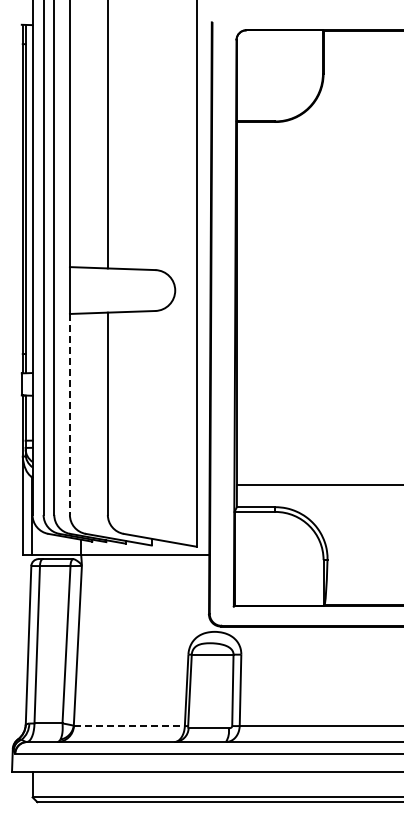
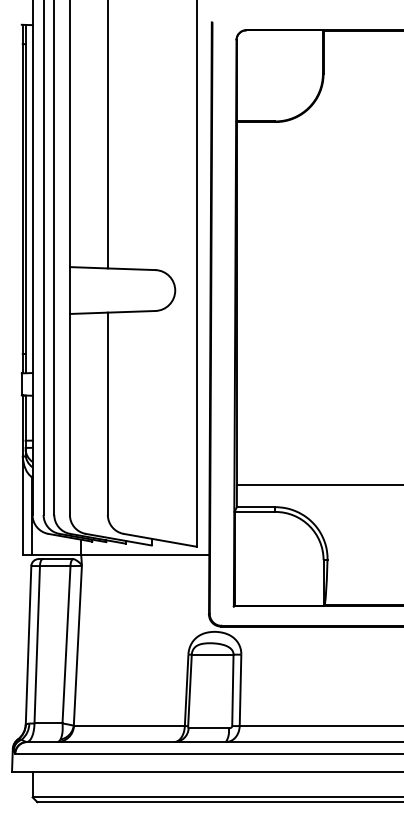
line at (69, 414): dashed -> solid
line at (129, 726): dashed -> solid
